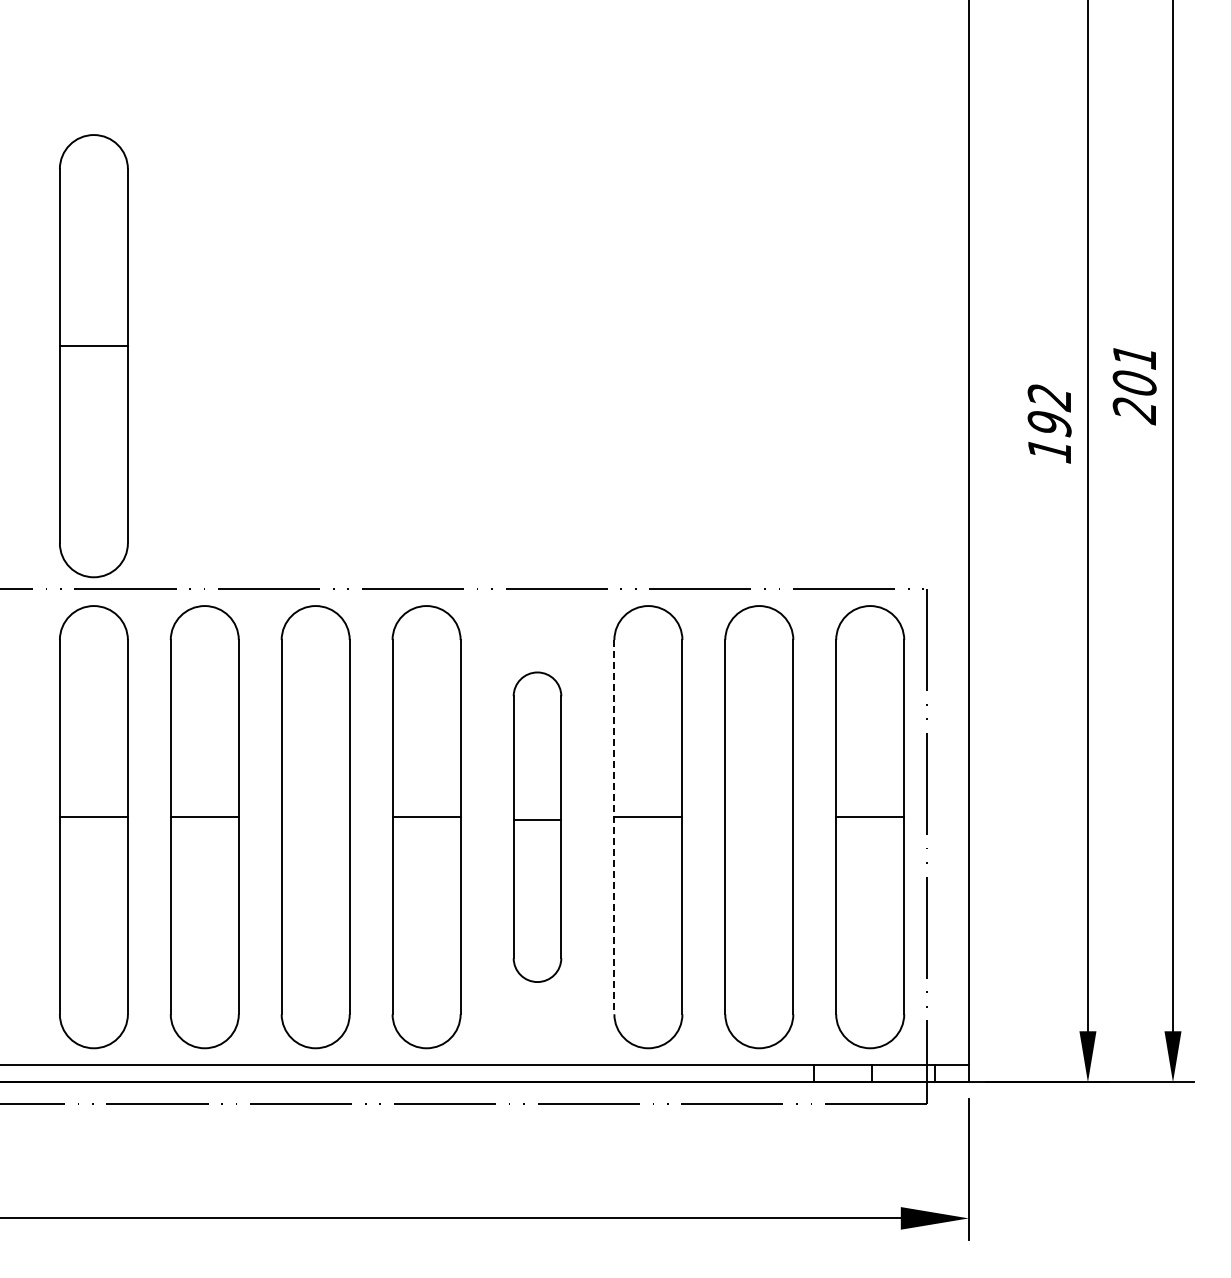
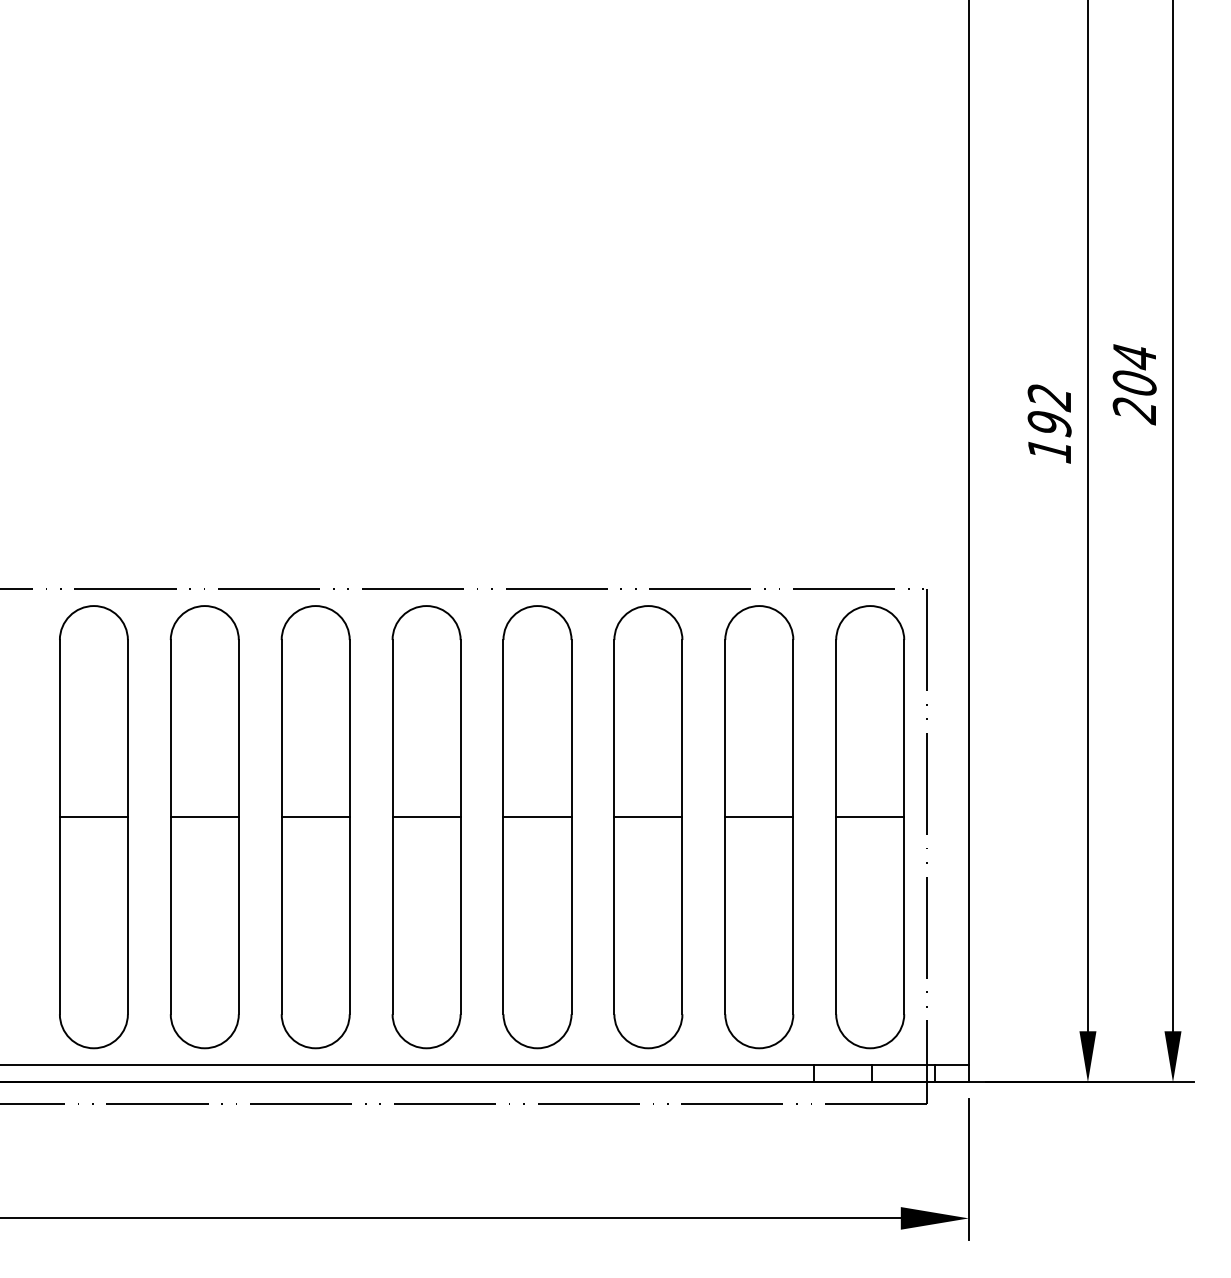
part at (93, 356): present -> none
text at (1134, 357): 201 -> 204
line at (315, 816): none -> present
line at (759, 816): none -> present
part at (537, 826) size: 51x312 px -> 71x445 px
line at (614, 827): dashed -> solid
